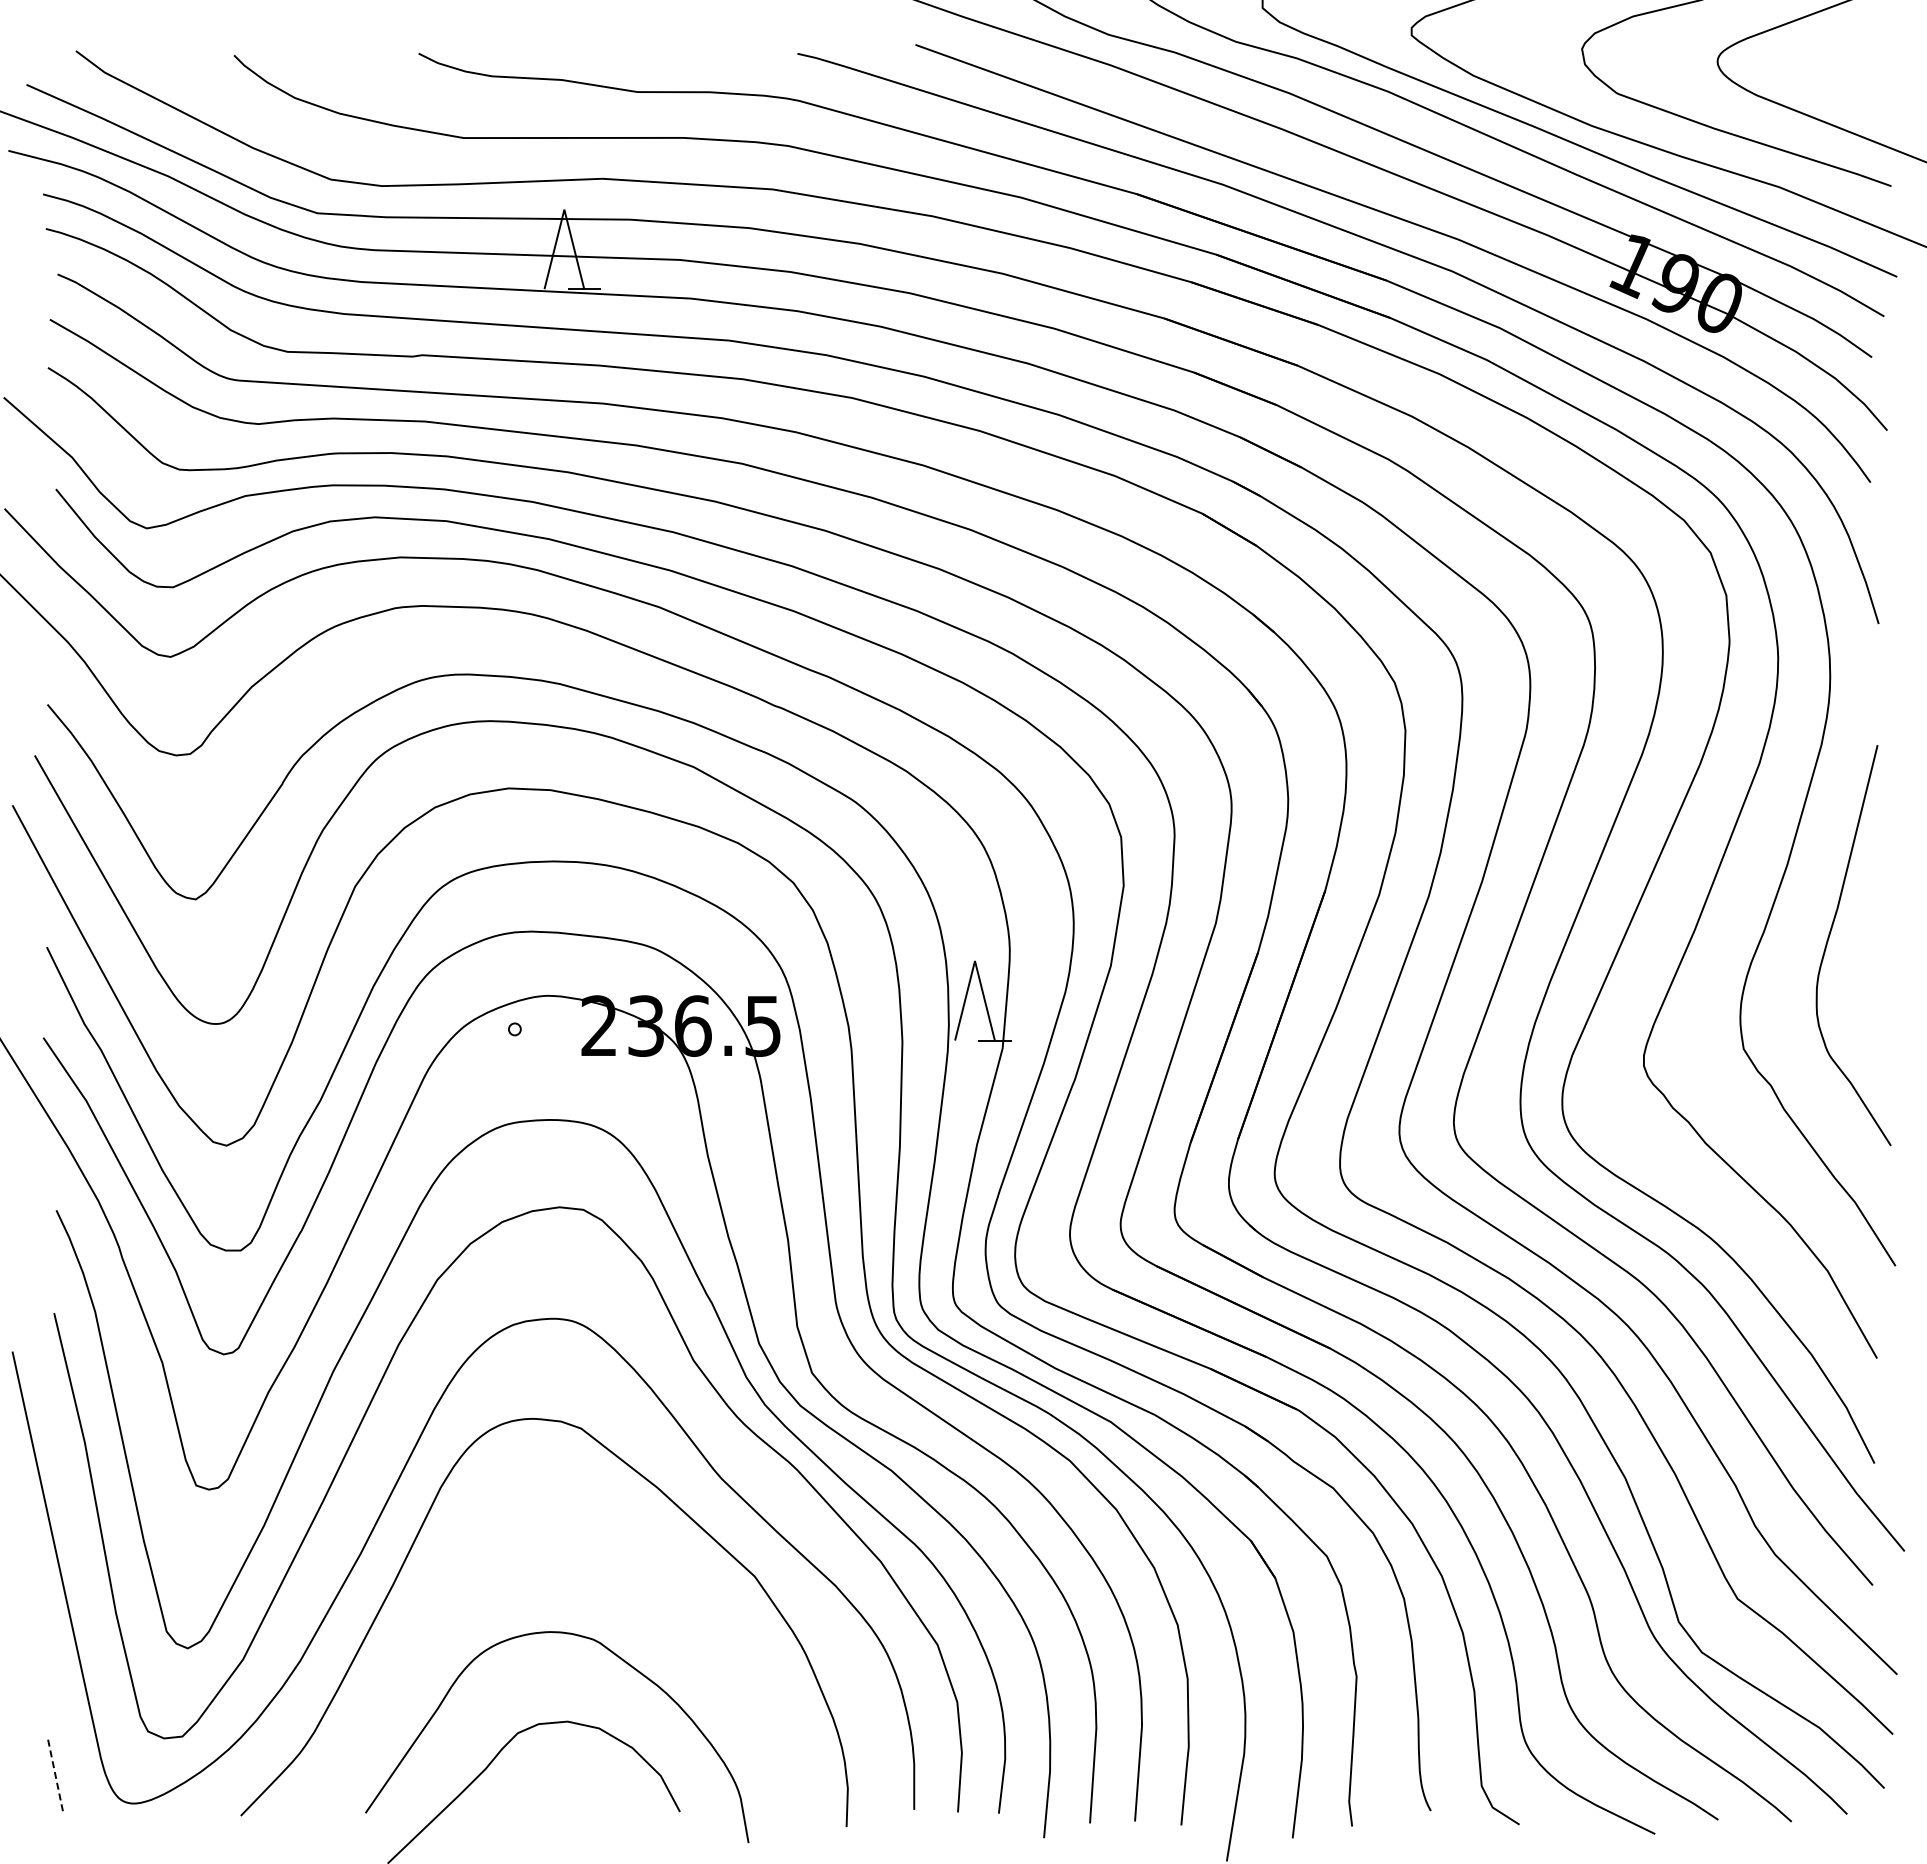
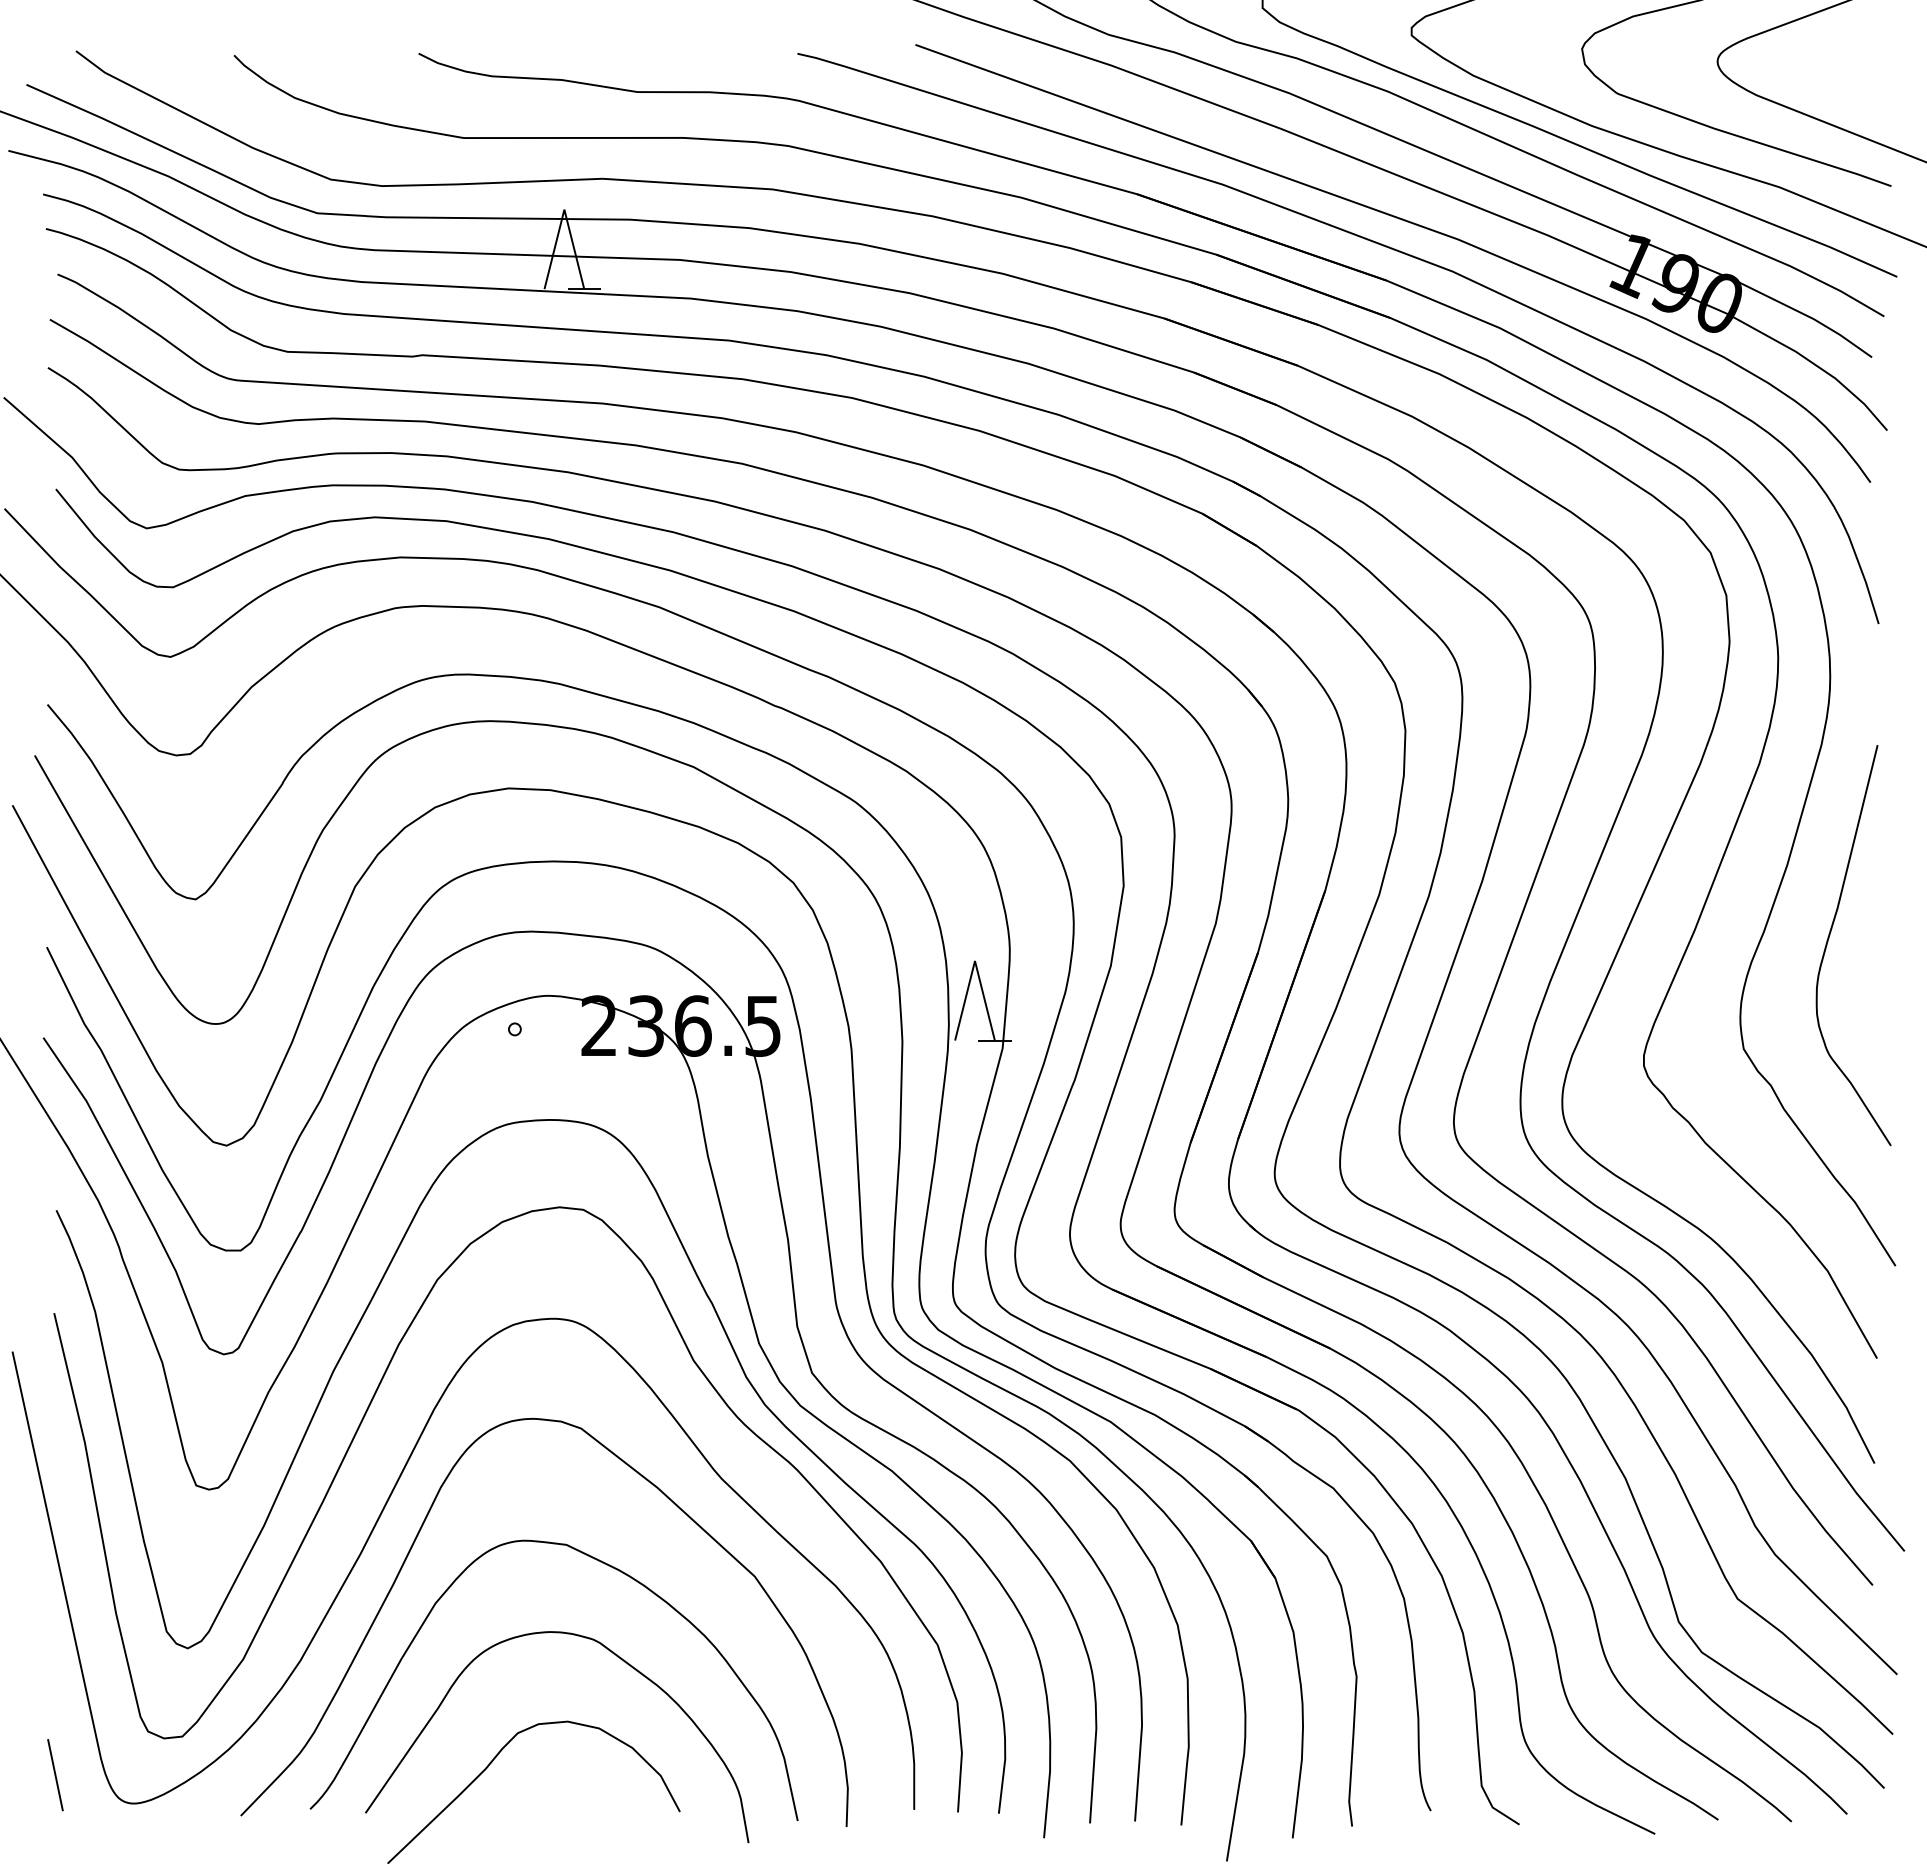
curve at (610, 1567): none -> present
line at (55, 1775): dashed -> solid
